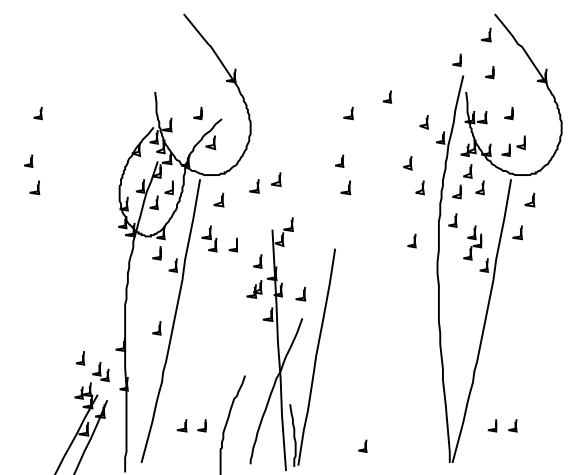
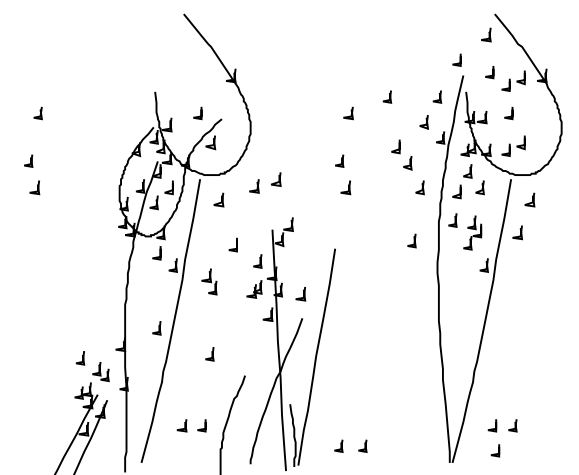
part at (513, 80): none -> present
line at (439, 96): none -> present
line at (398, 146): none -> present
part at (209, 238) position: (209, 238) -> (209, 281)
part at (472, 242) position: (472, 242) -> (472, 232)
line at (211, 354): none -> present
line at (340, 445): none -> present
line at (498, 450): none -> present
